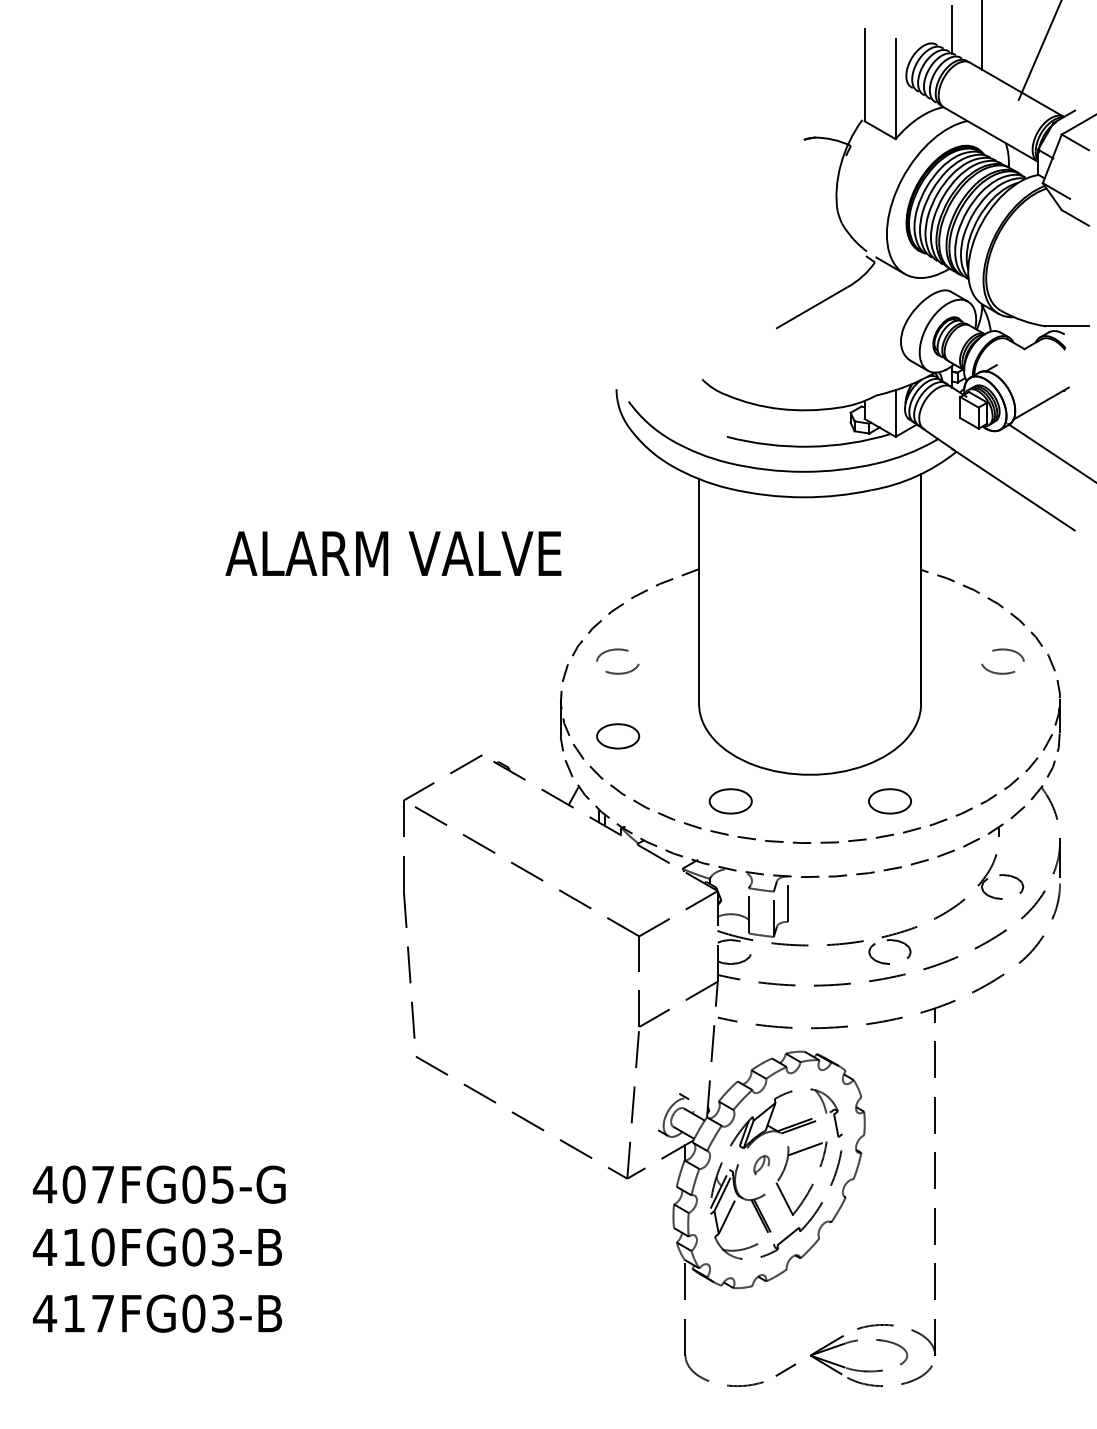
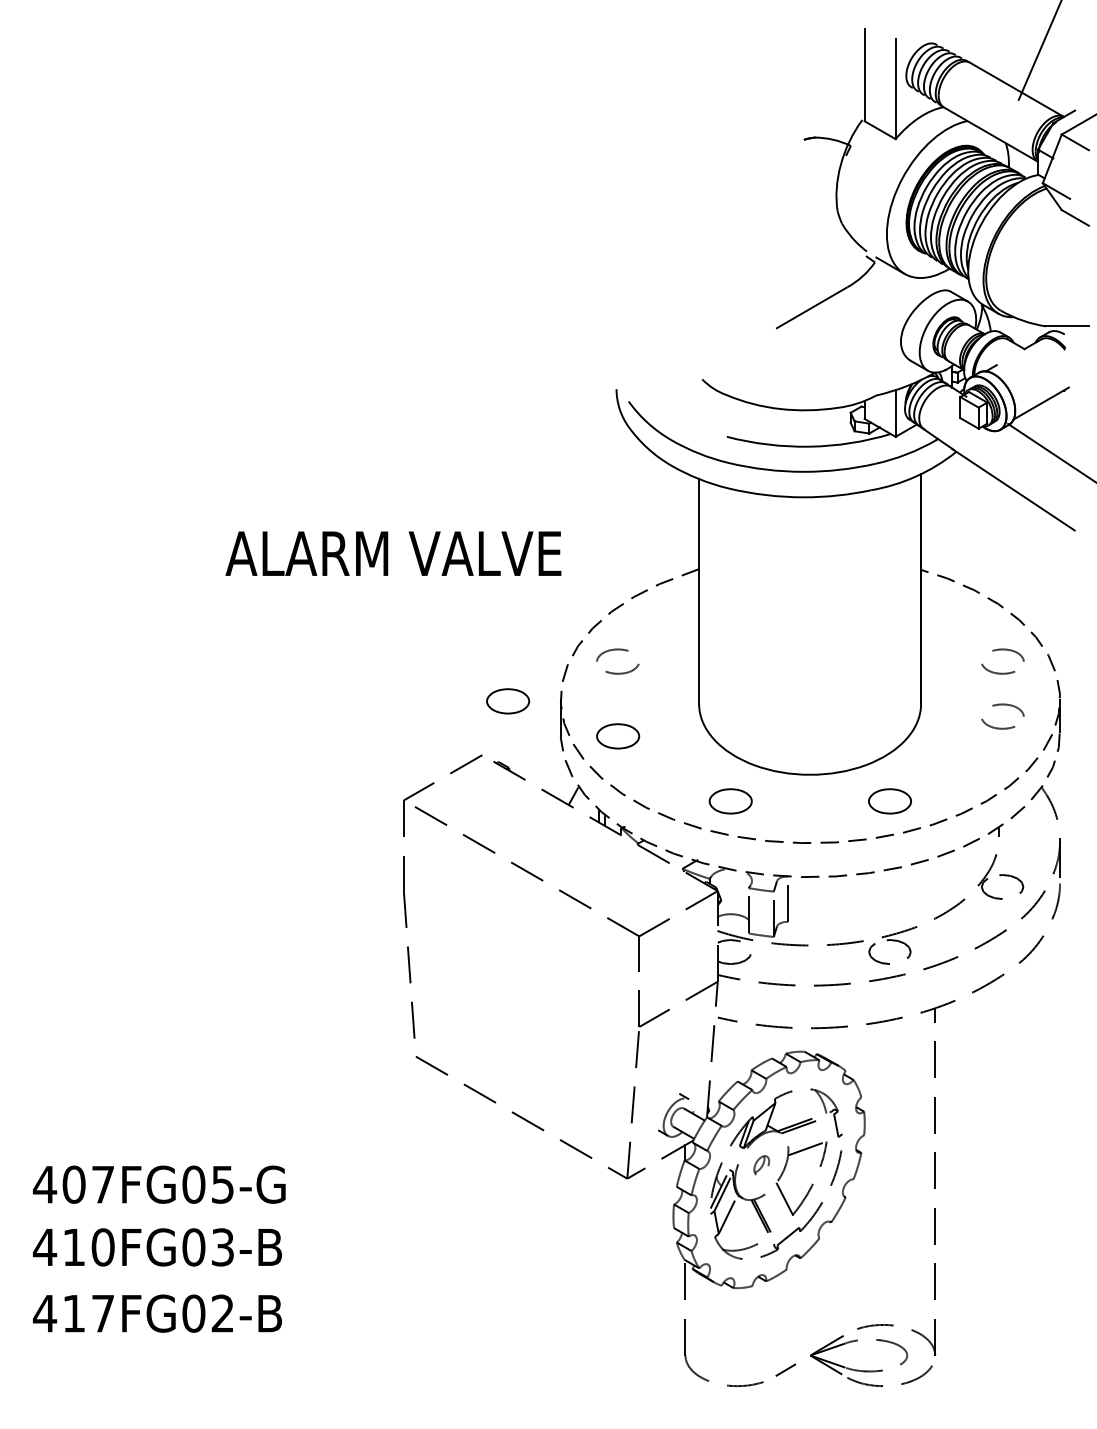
line at (952, 29): present -> none
line at (982, 35): present -> none
part at (508, 701): none -> present
part at (1002, 705): none -> present
text at (222, 1313): 417FG03-B -> 417FG02-B
